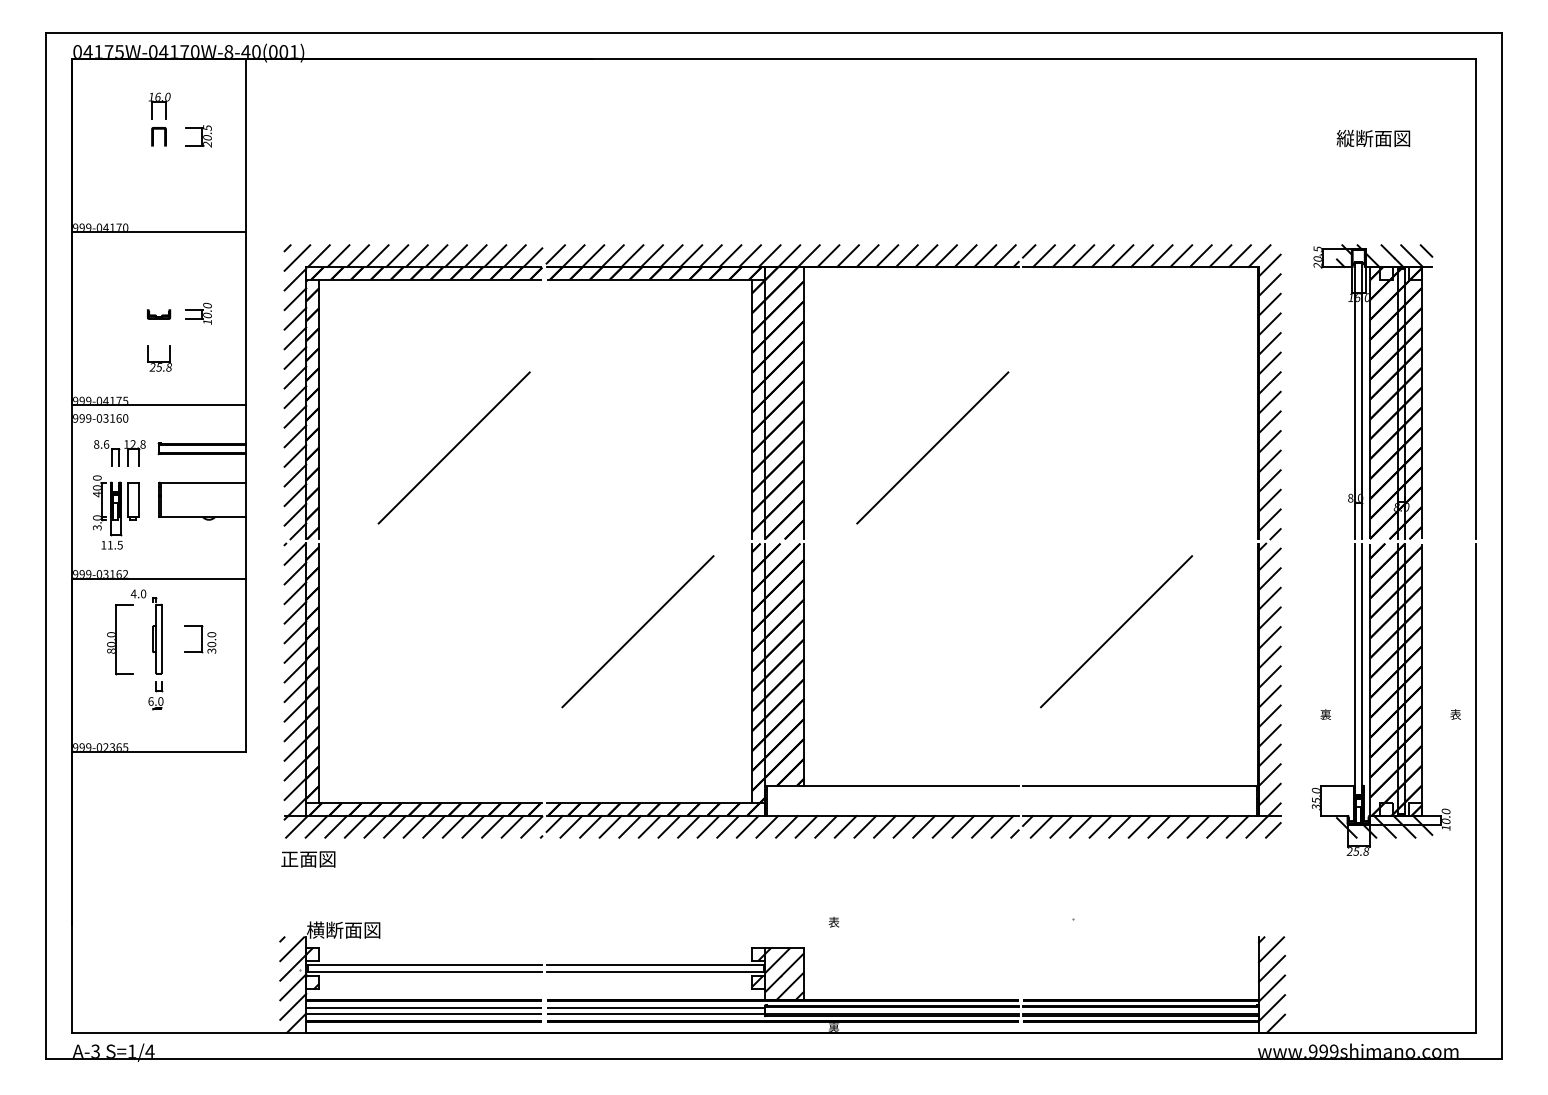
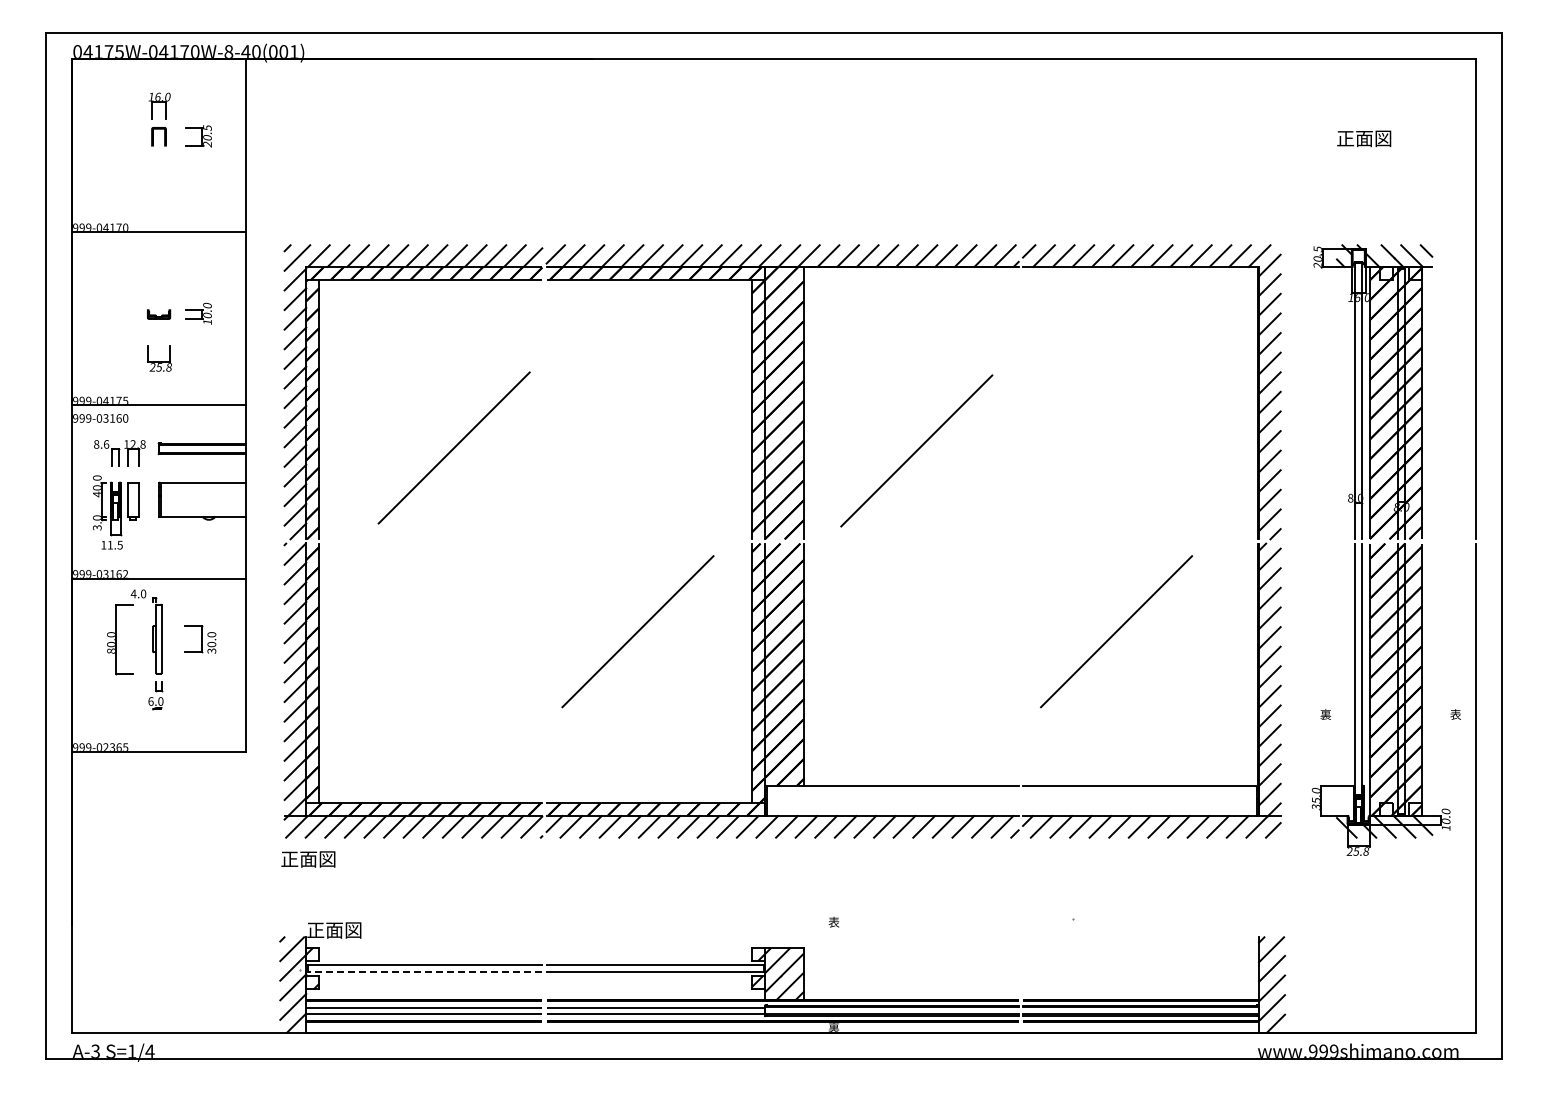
text at (1373, 138): 縦断面図 -> 正面図
line at (932, 447) position: (932, 447) -> (916, 450)
text at (343, 929): 横断面図 -> 正面図
line at (424, 971): solid -> dashed
